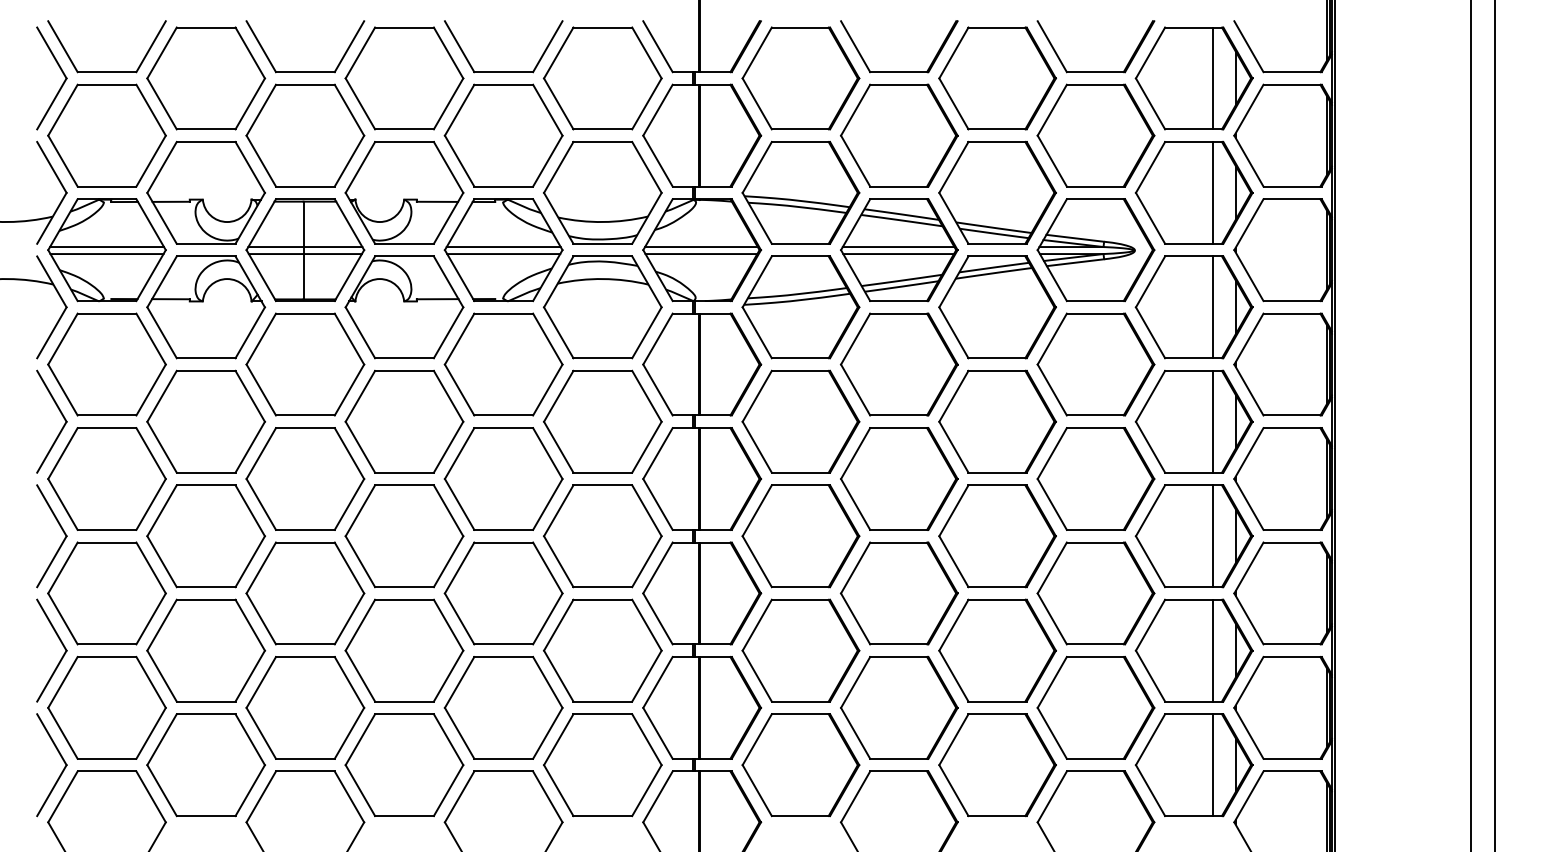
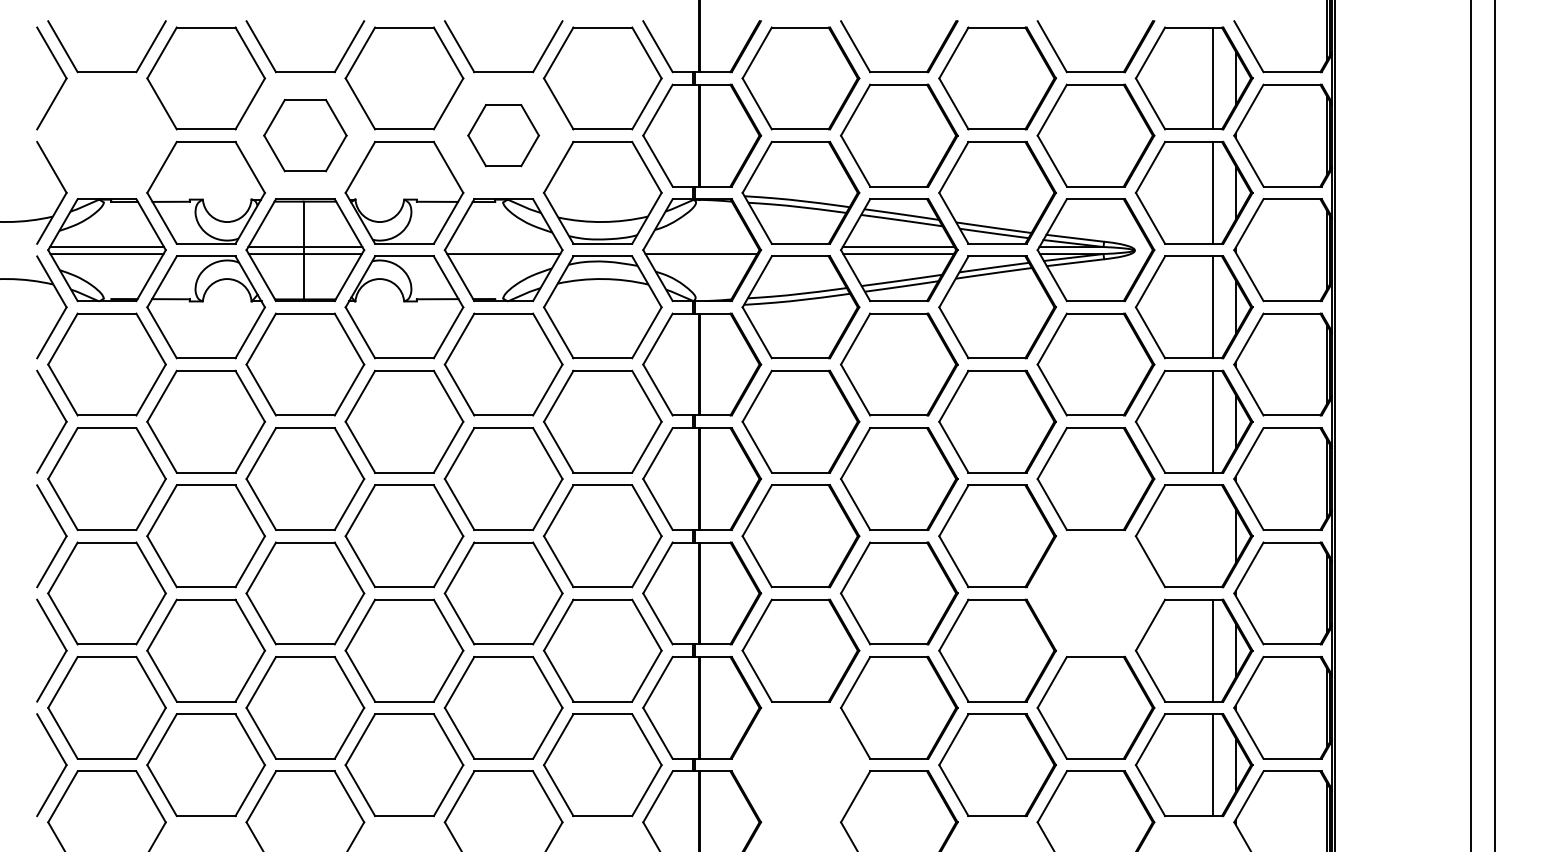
part at (106, 135): present -> none
part at (305, 135) size: 121x105 px -> 85x75 px
part at (503, 135) size: 121x105 px -> 73x64 px
line at (503, 247): present -> none
line at (701, 247): present -> none
line at (1212, 536): present -> none
part at (1095, 593): present -> none
part at (800, 765): present -> none
